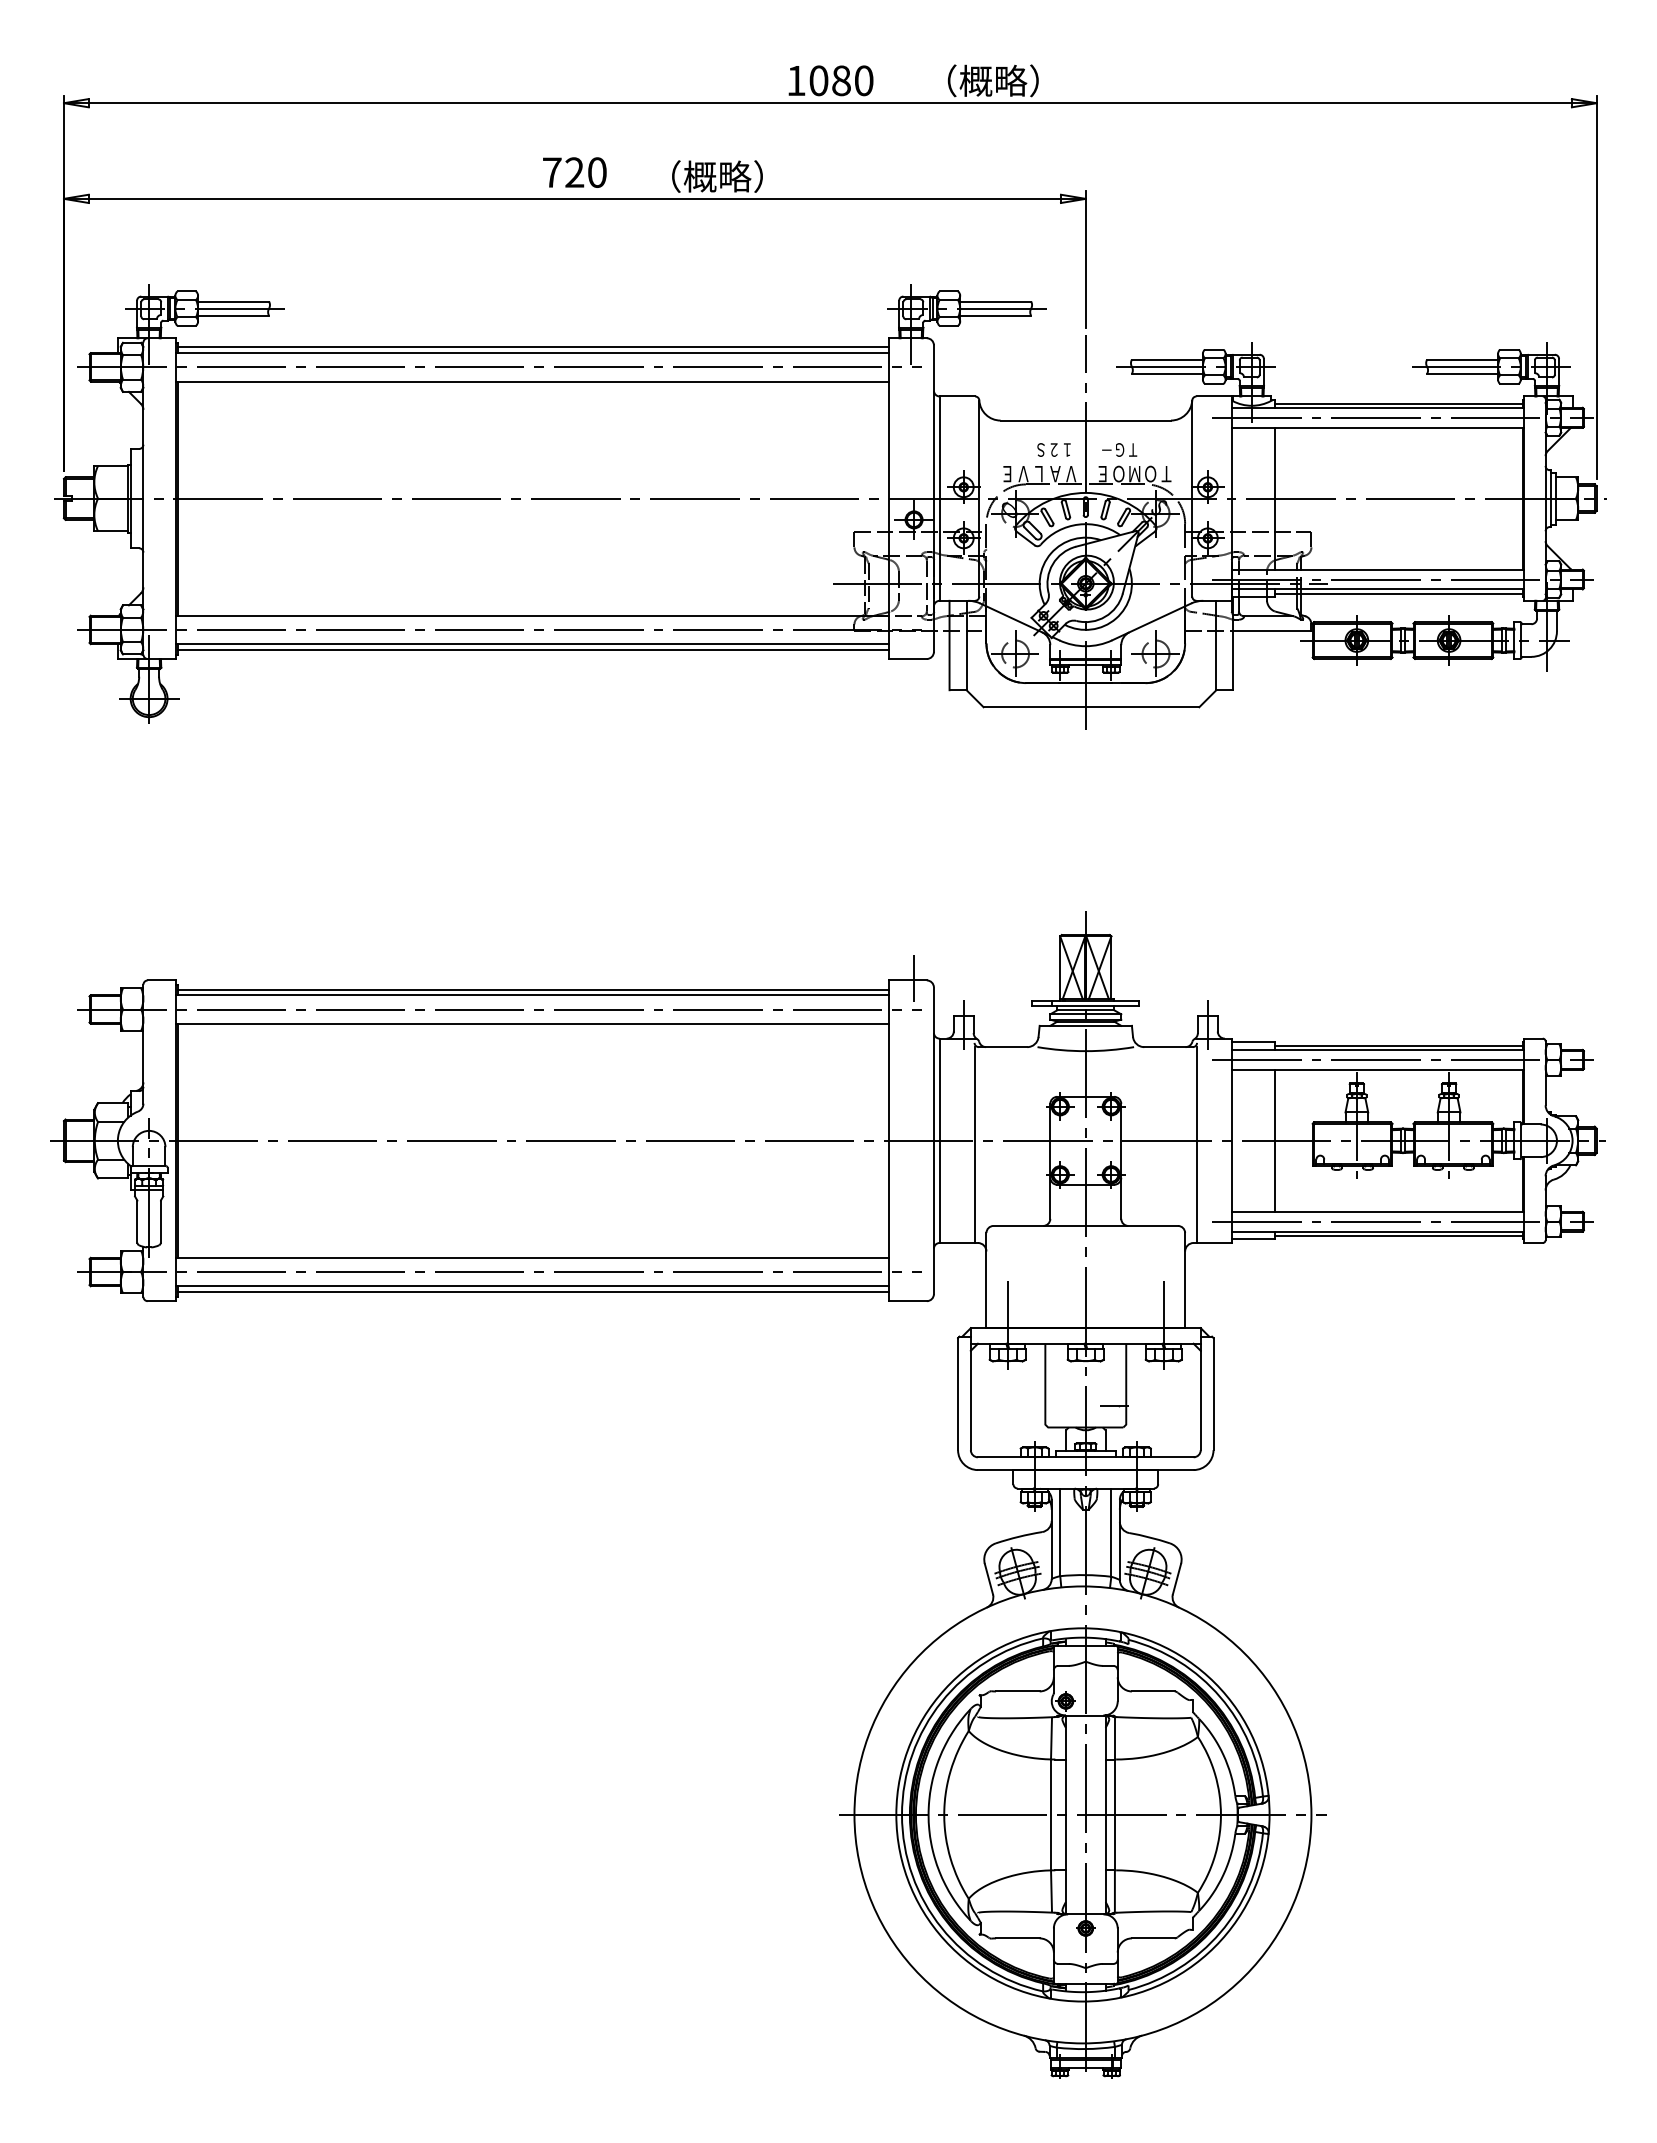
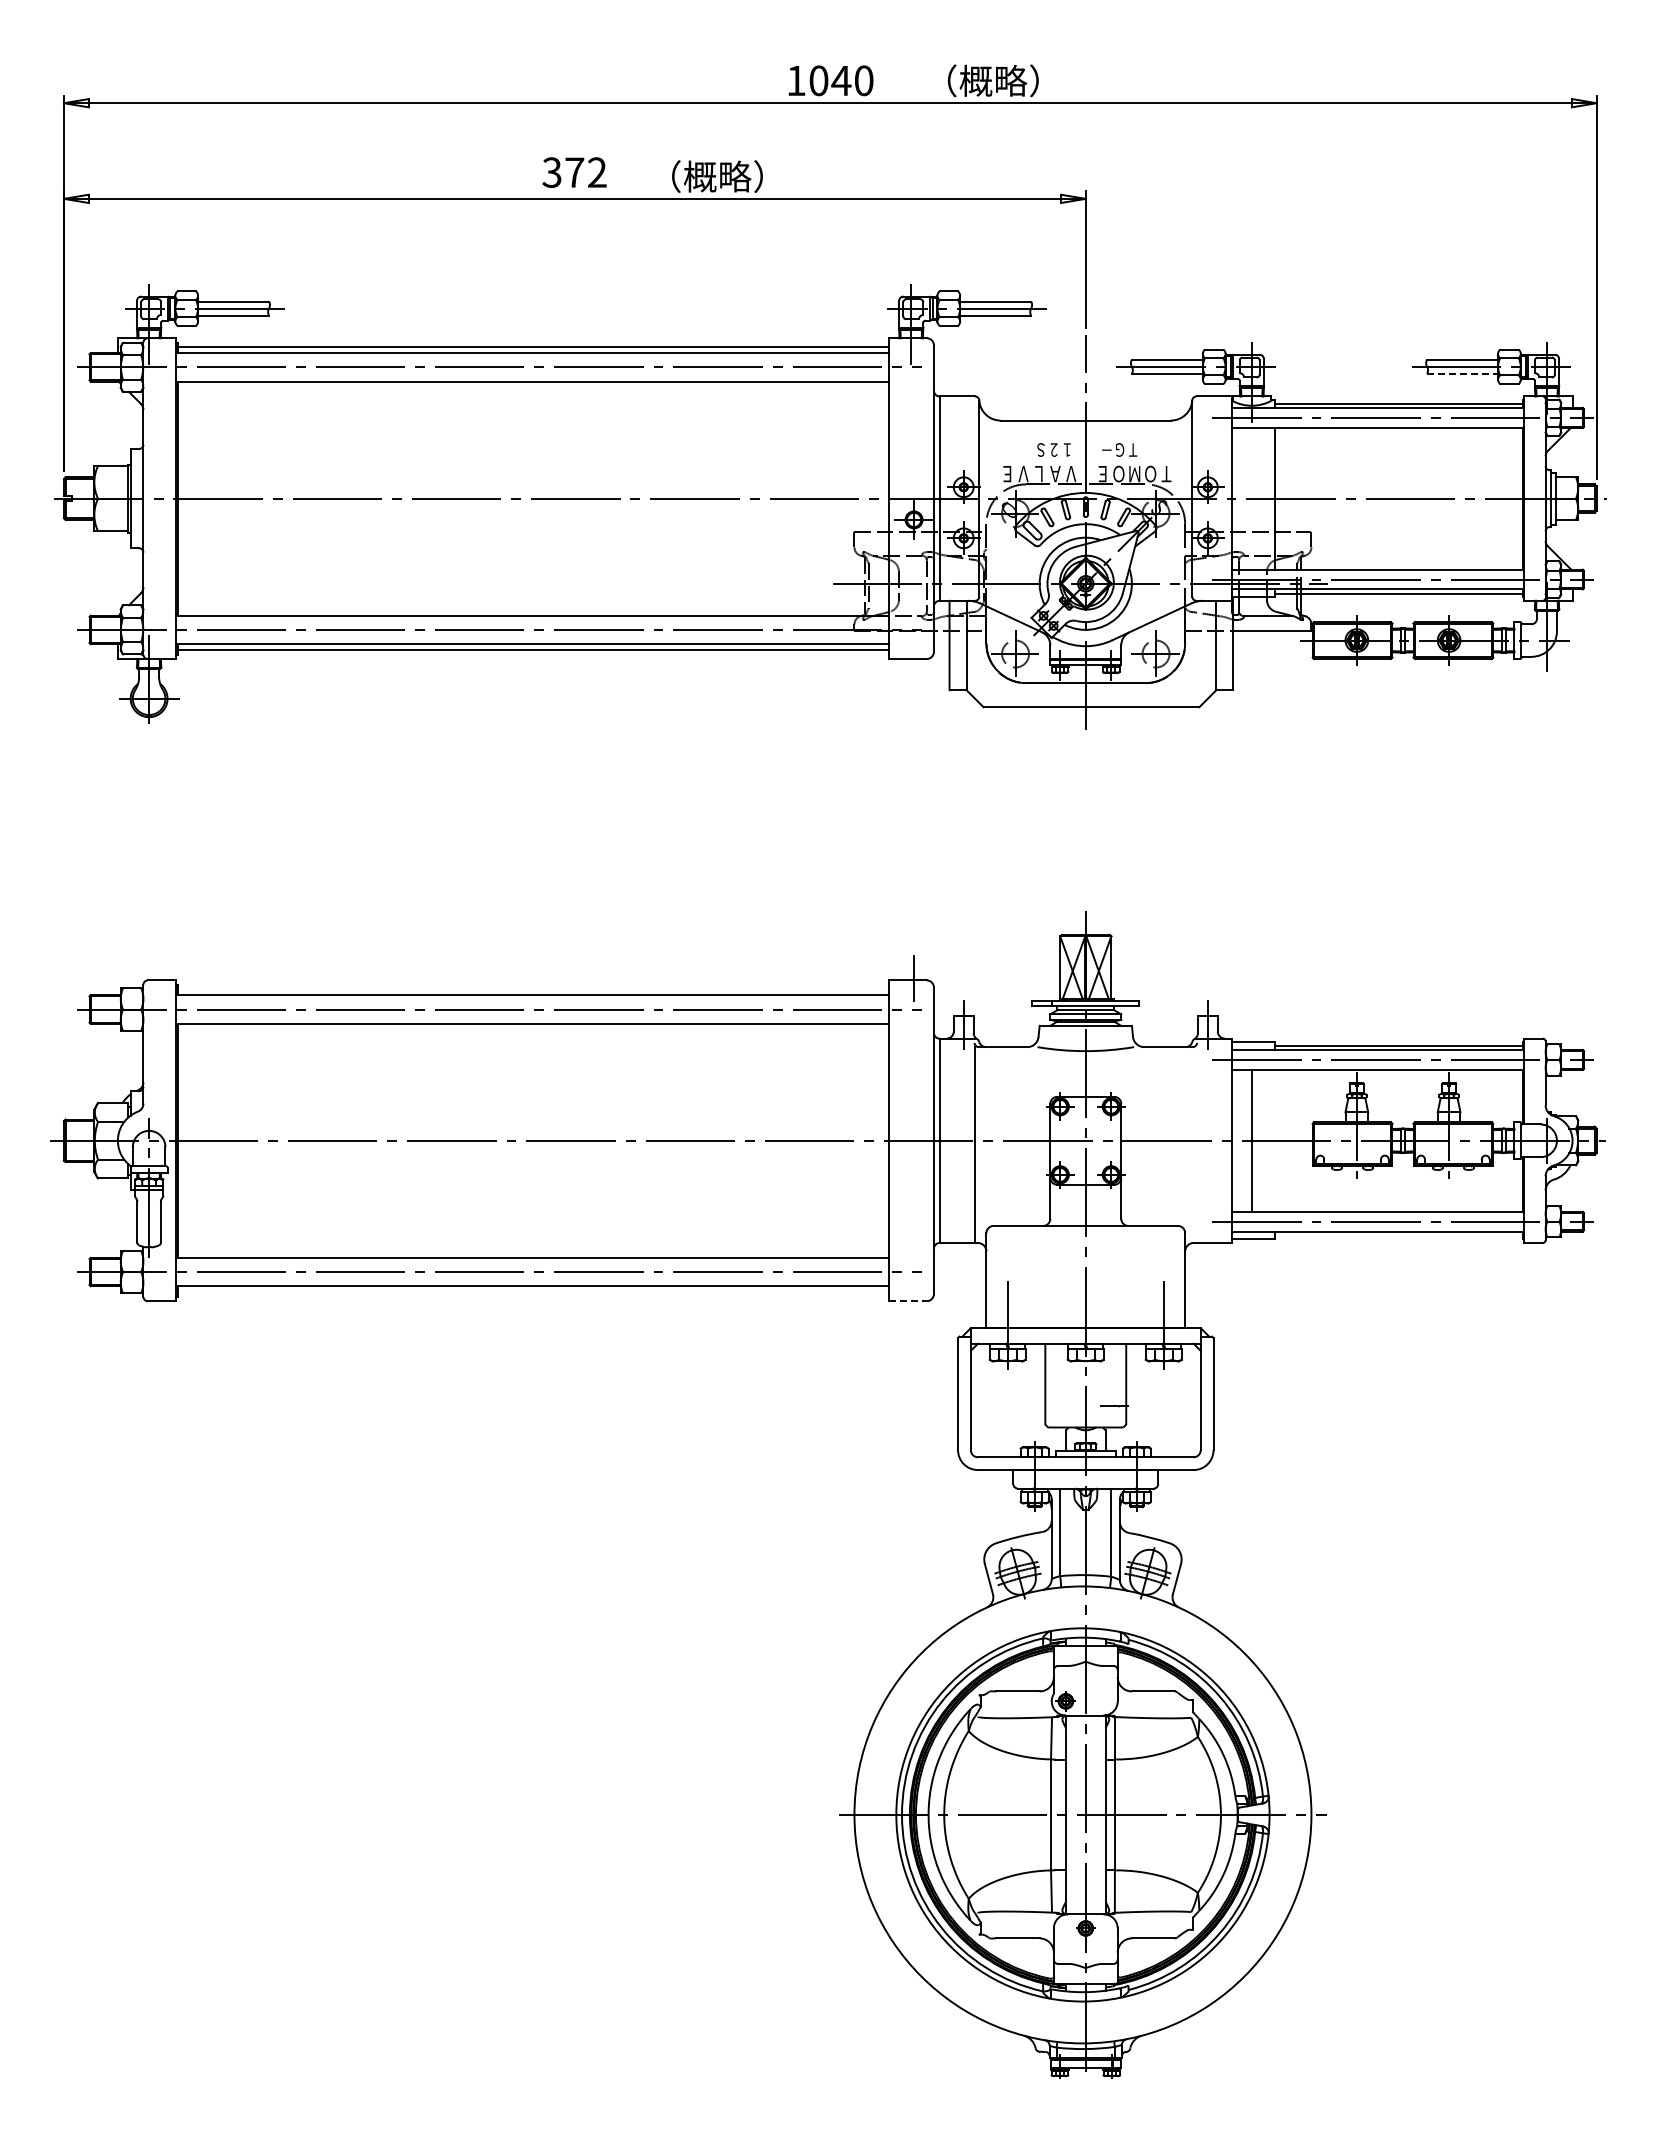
text at (841, 80): 1080 -> 1040
text at (574, 172): 720 -> 372
line at (1463, 373): solid -> dashed
line at (532, 989): present -> none
line at (1274, 1140) position: (1274, 1140) -> (1251, 1140)
line at (1197, 1144): present -> none
line at (1398, 1235): present -> none
line at (532, 1291): present -> none
line at (908, 1301): solid -> dashed
